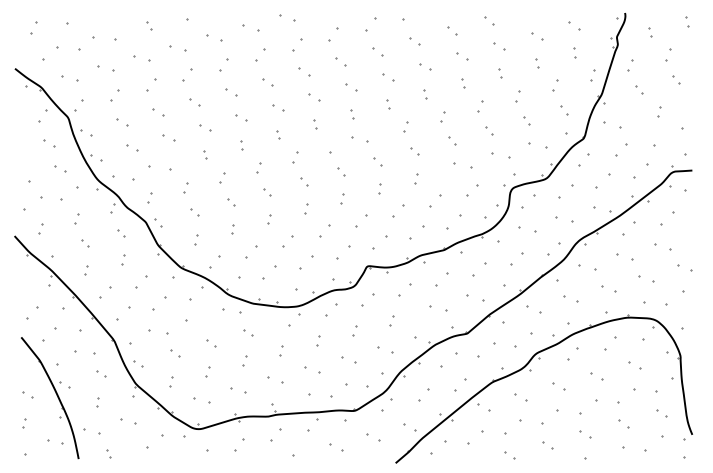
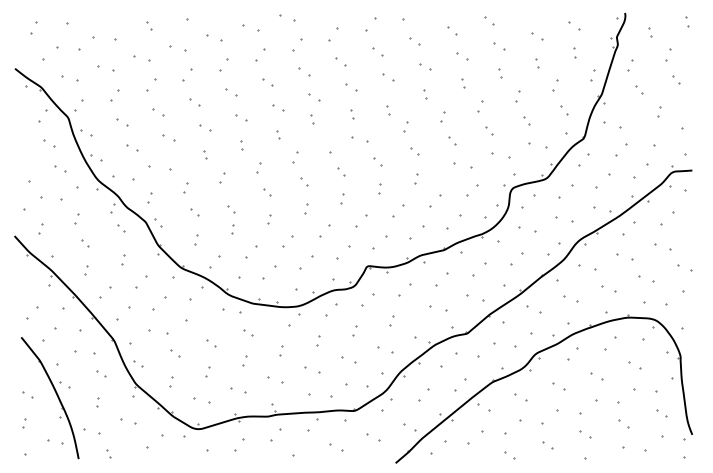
part at (388, 104) position: (388, 104) -> (388, 110)
part at (315, 124) position: (315, 124) -> (312, 119)
part at (231, 202) position: (231, 202) -> (231, 209)
part at (121, 233) position: (121, 233) -> (121, 228)
